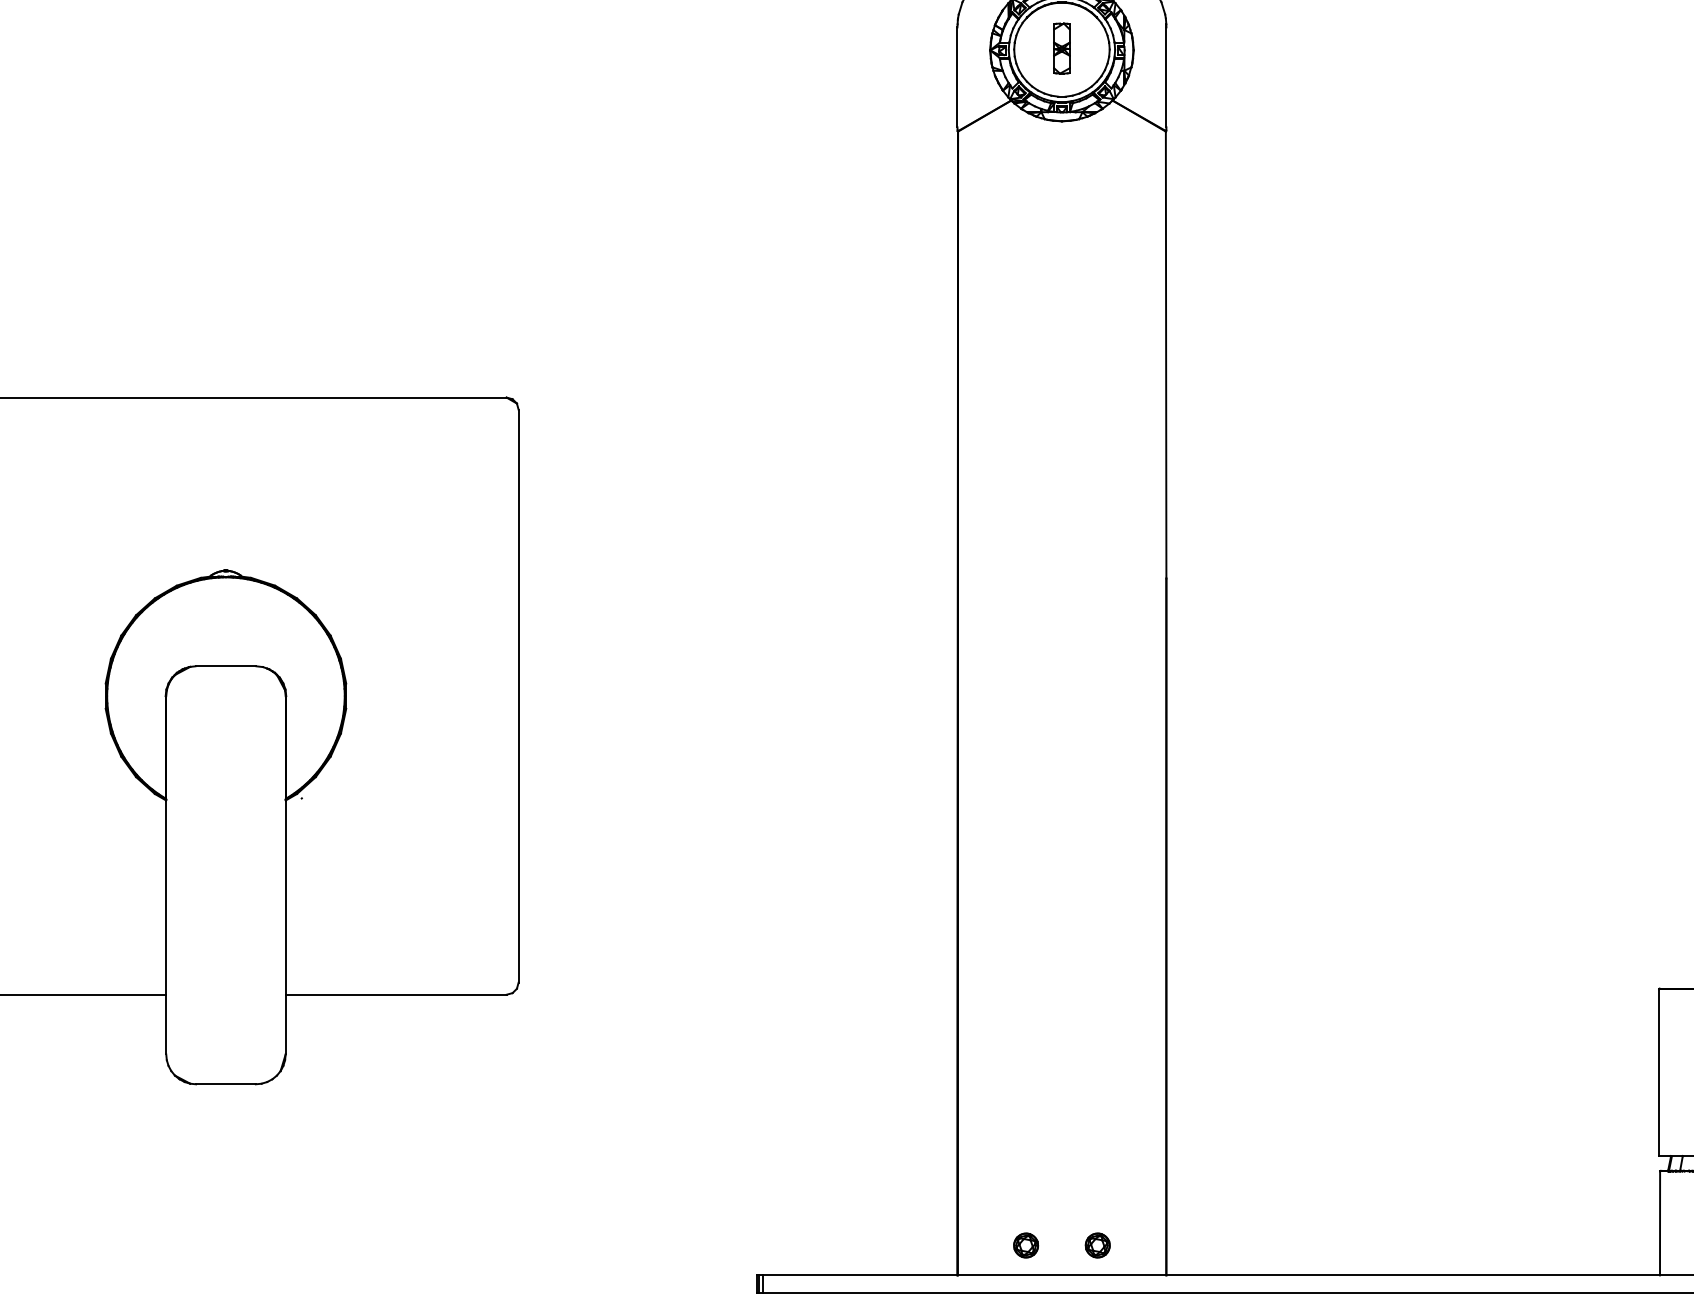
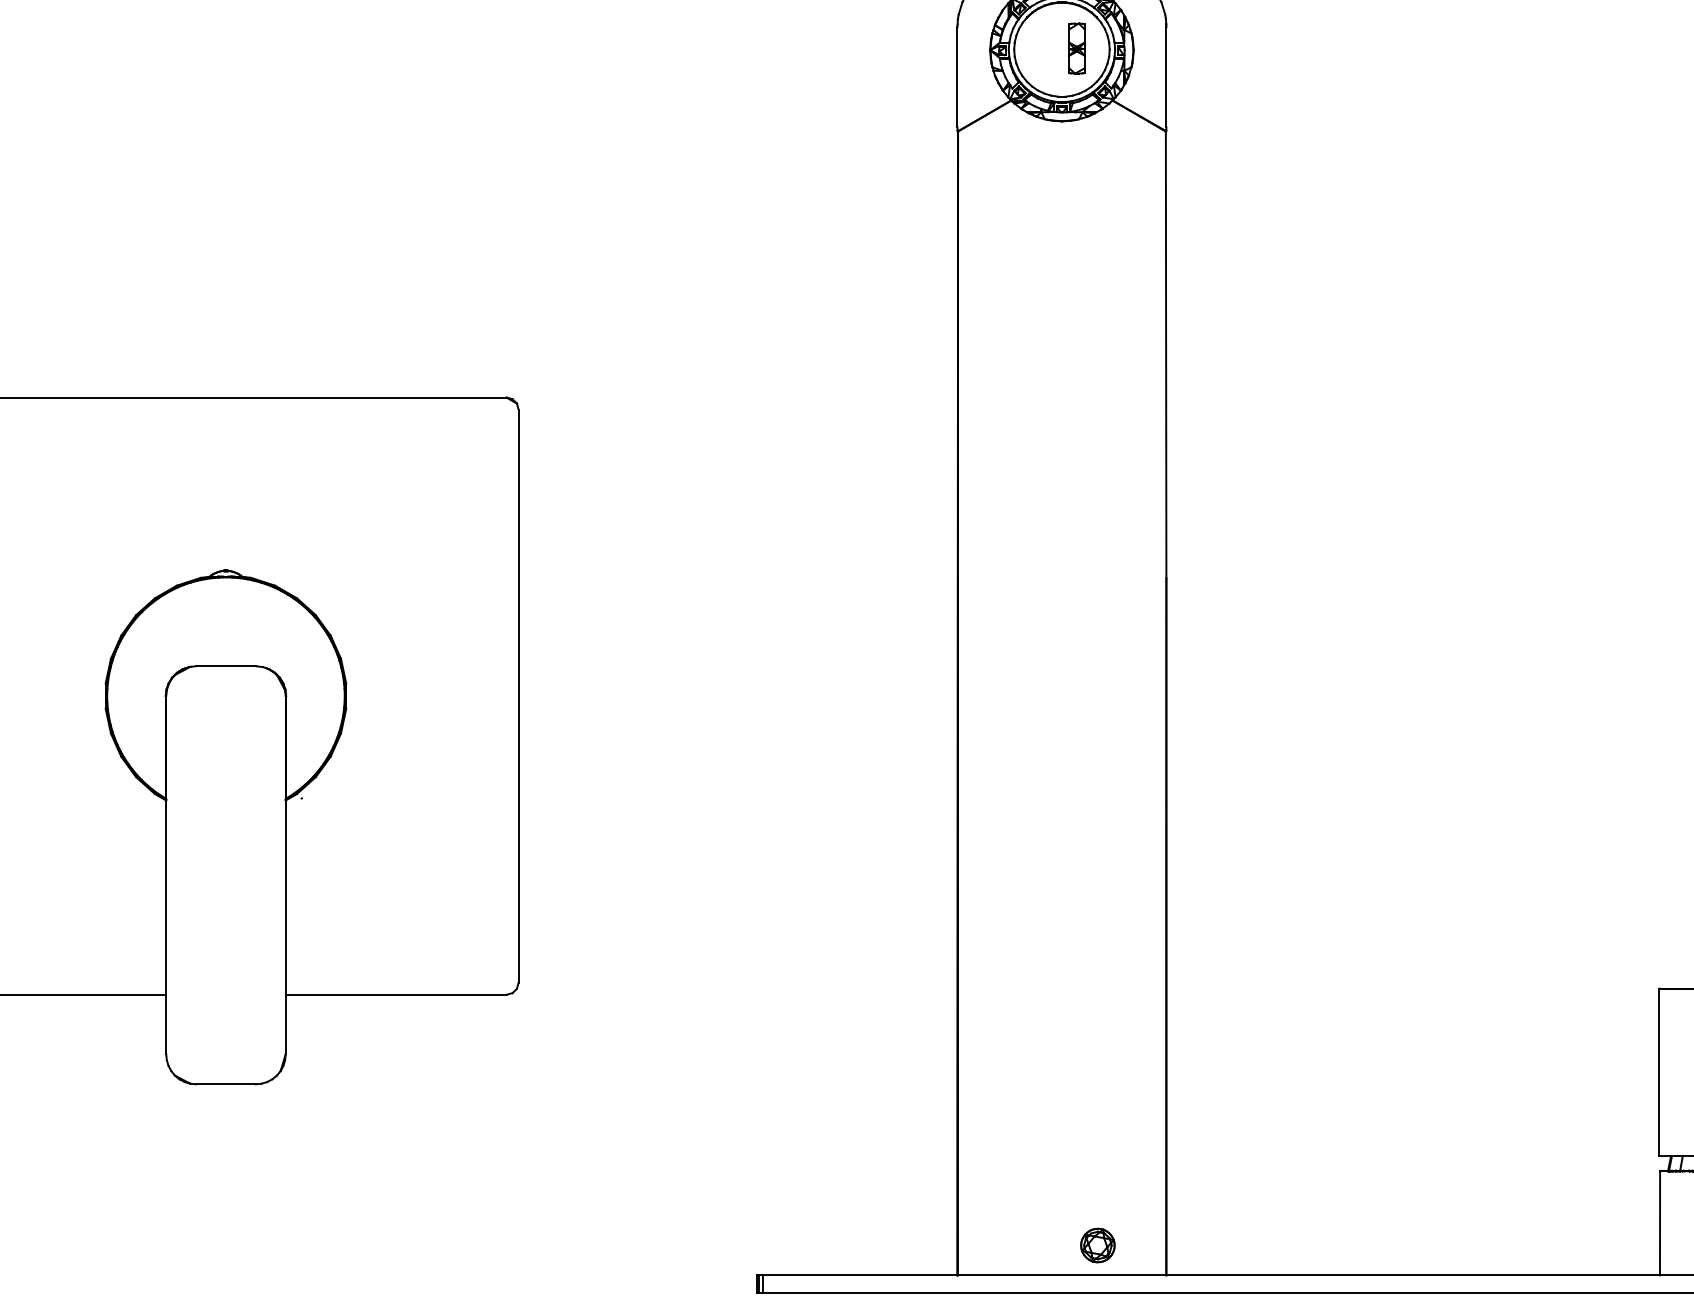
part at (1061, 48) position: (1061, 48) -> (1076, 48)
part at (1026, 1245): present -> none
part at (1097, 1245) size: 27x27 px -> 36x37 px
